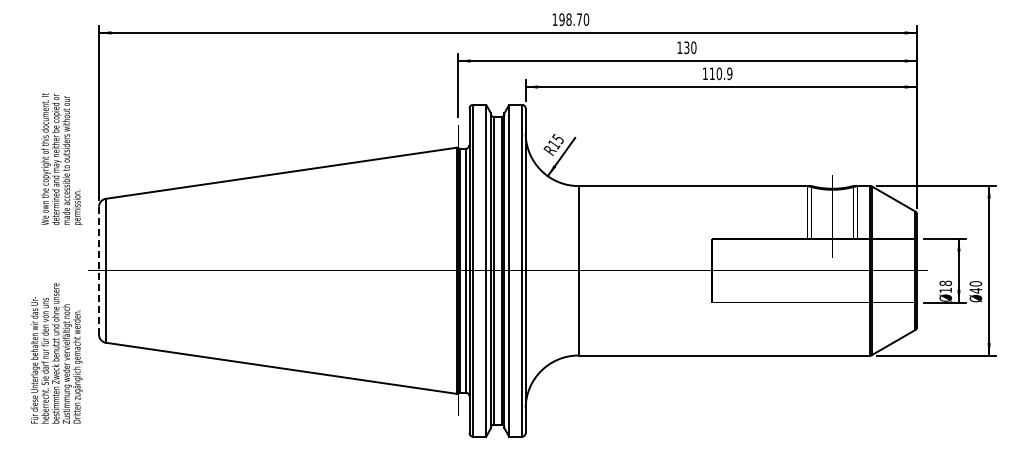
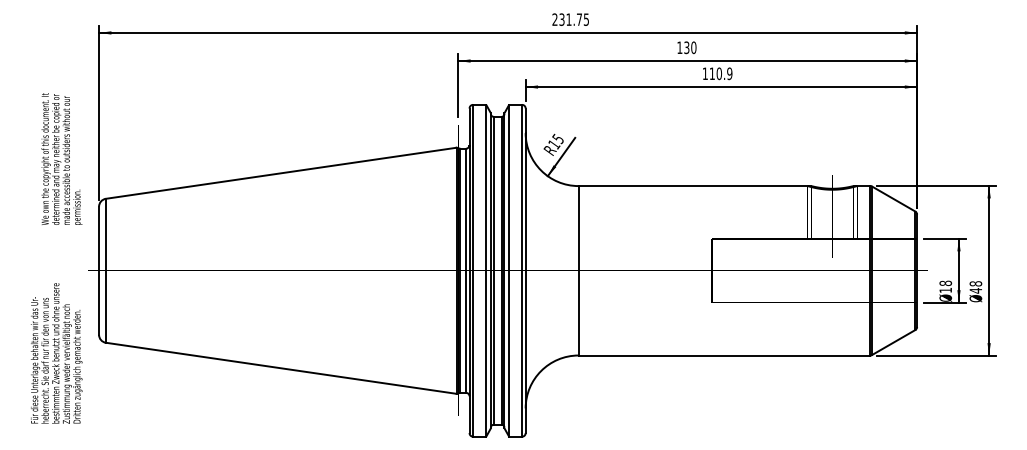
text at (570, 19): 198.70 -> 231.75
line at (99, 271): dashed -> solid
text at (975, 283): 40 -> 48
